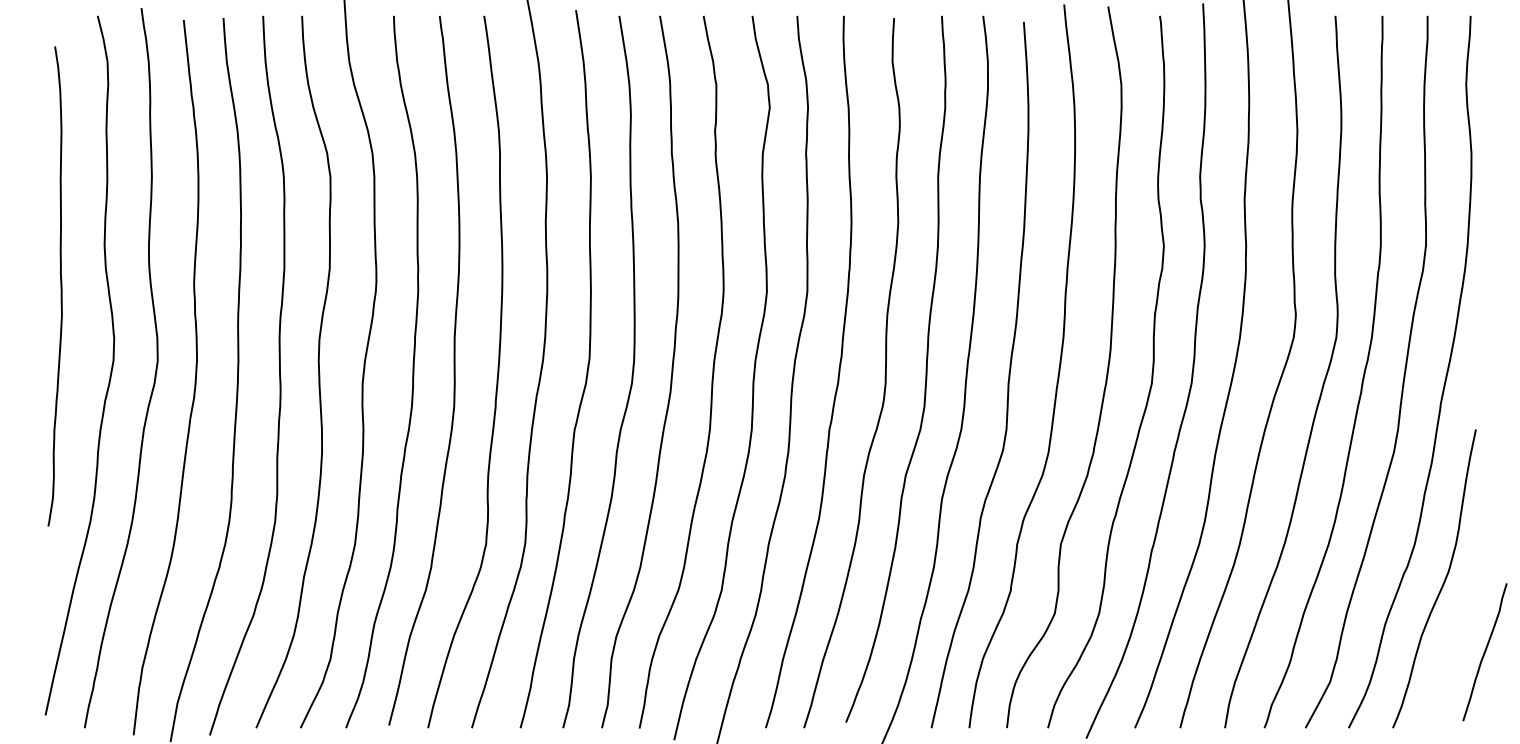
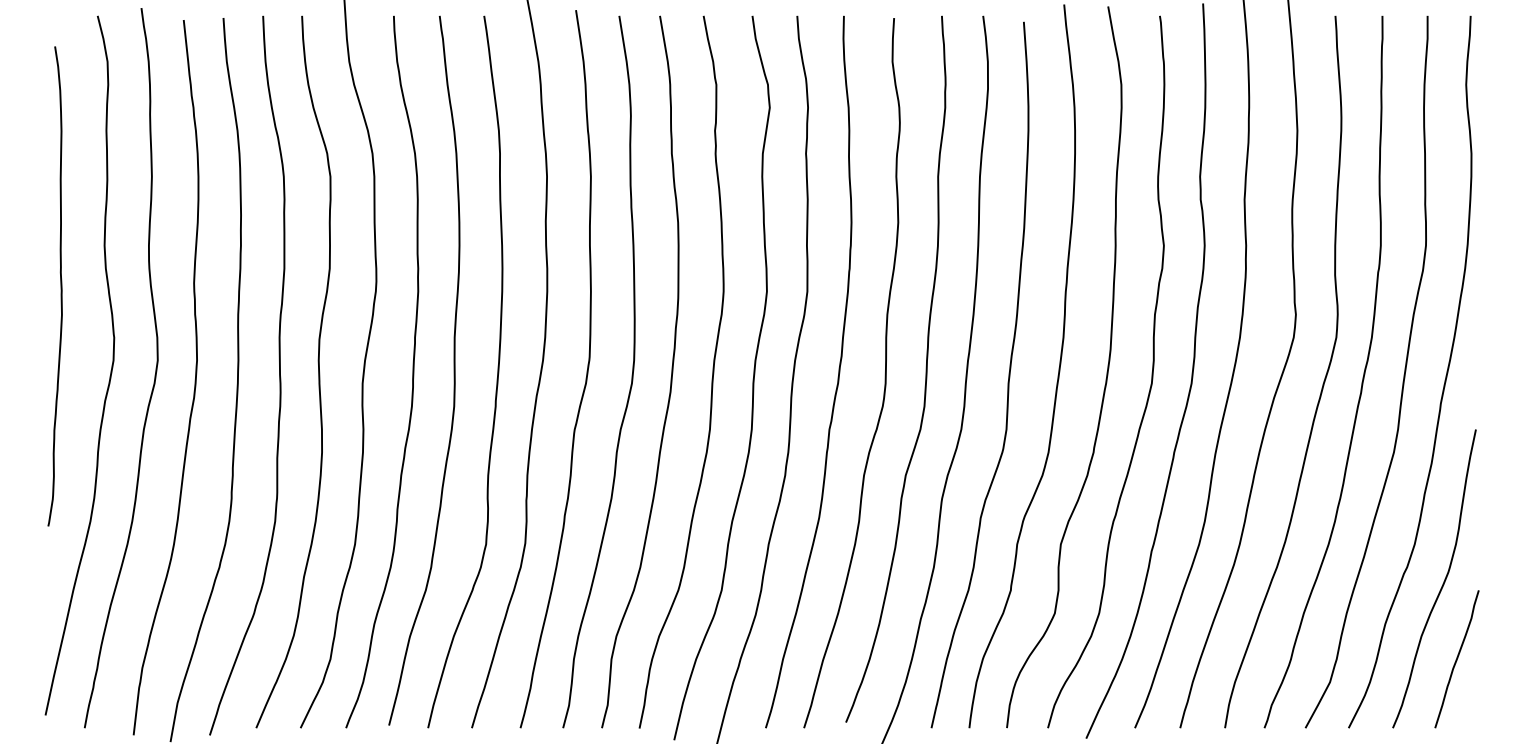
curve at (1484, 652) position: (1484, 652) -> (1456, 659)
